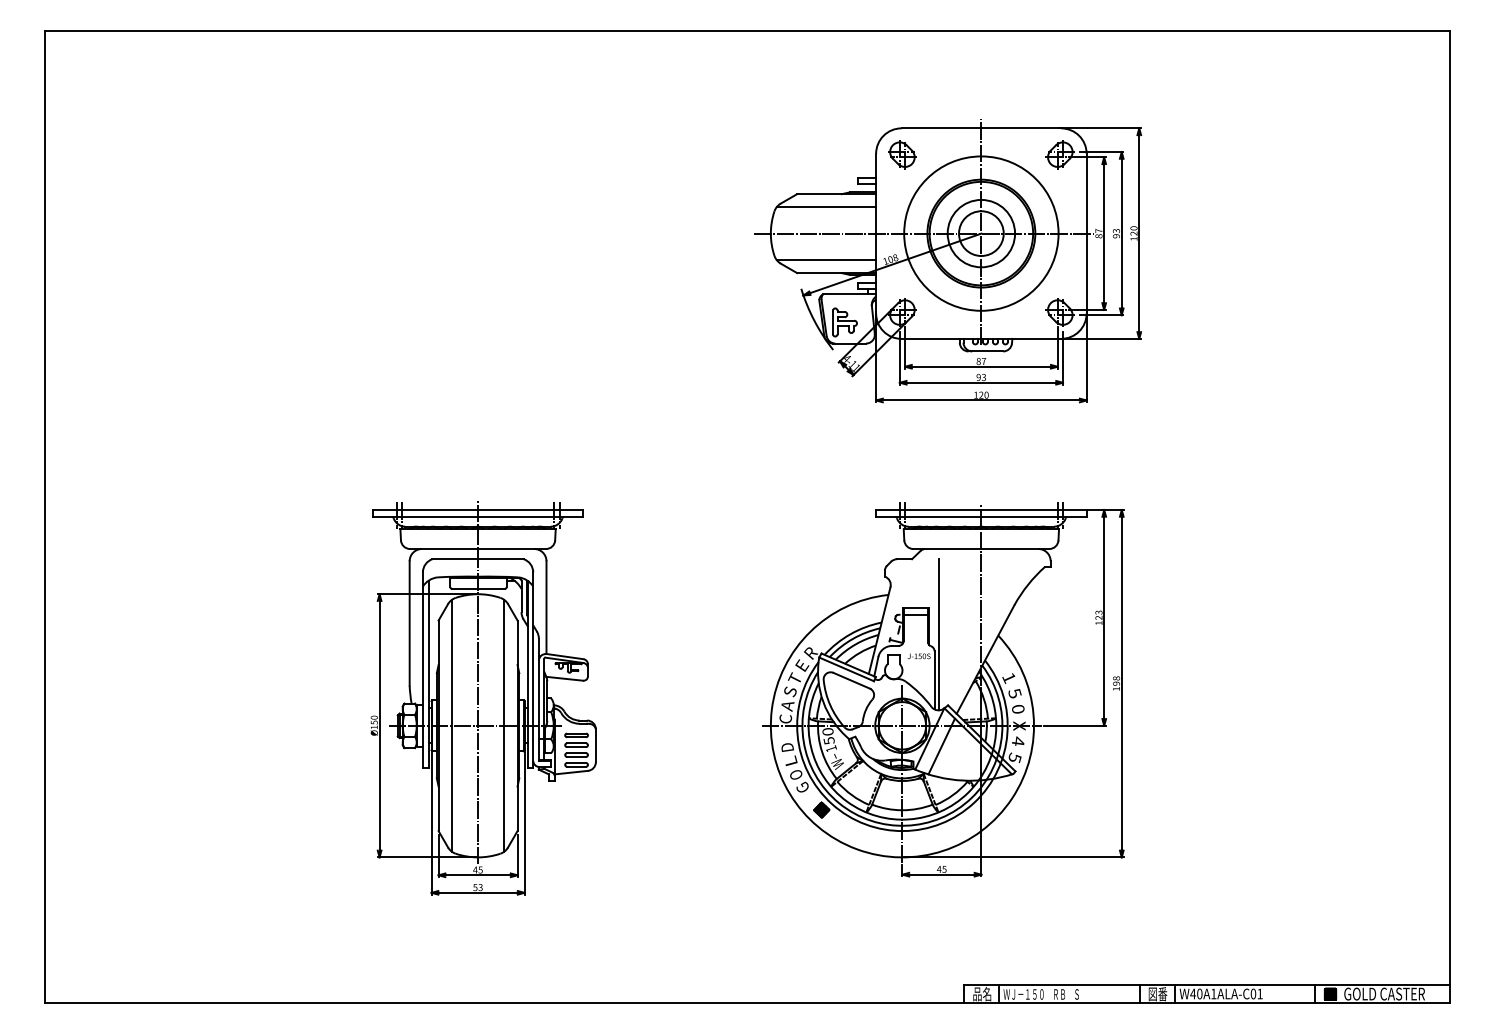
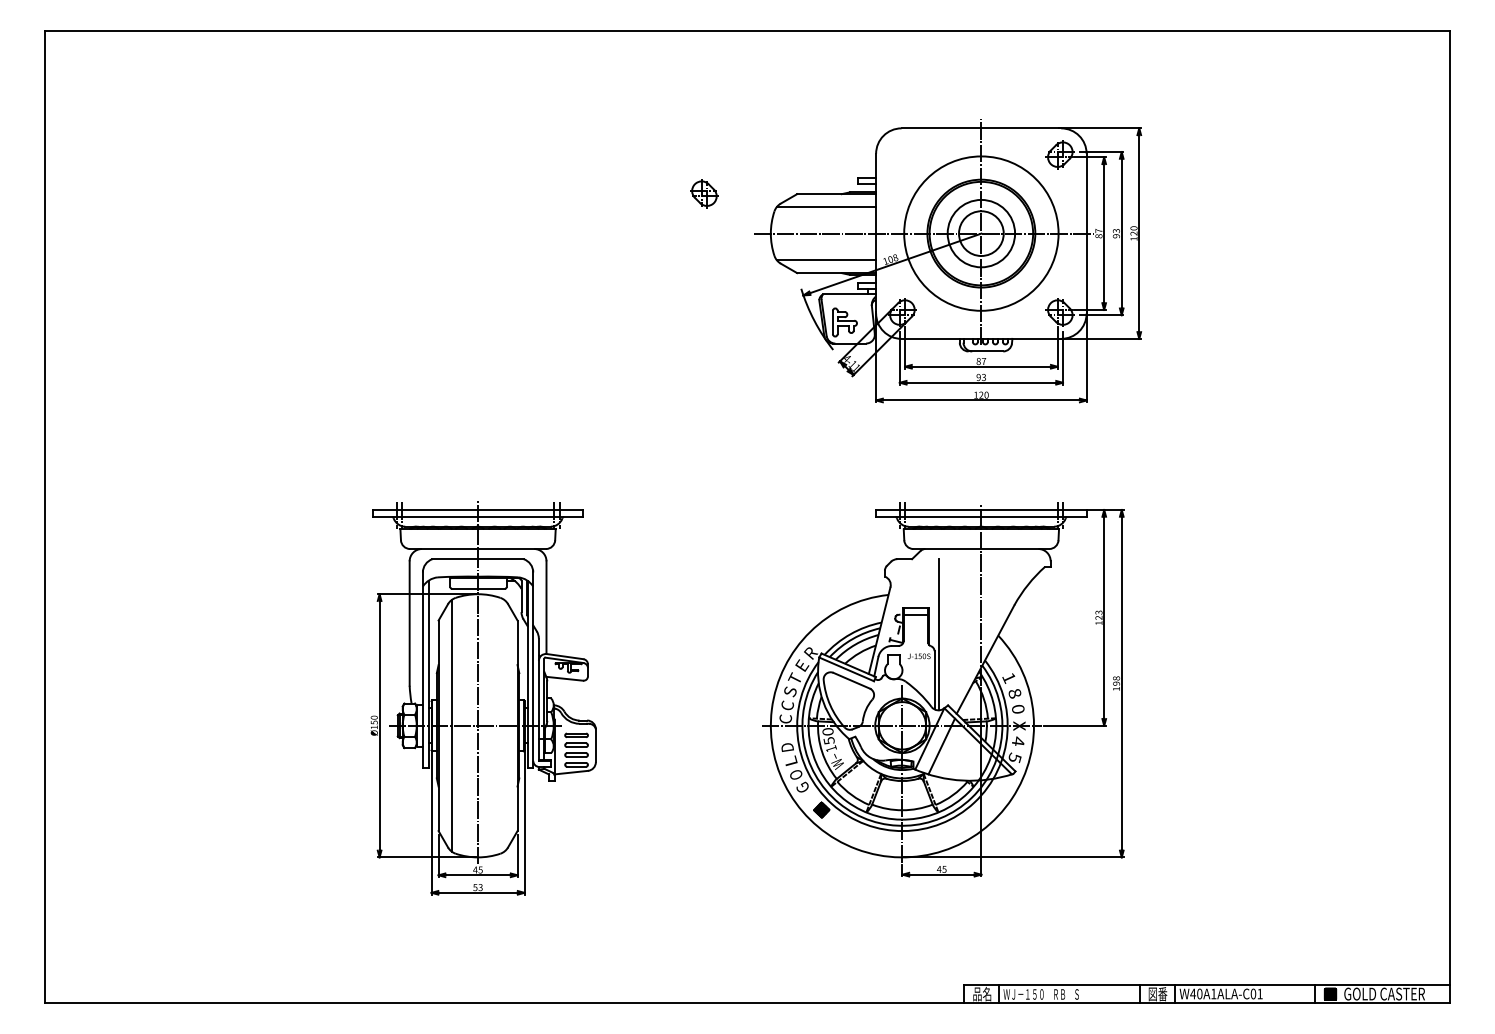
part at (902, 154) position: (902, 154) -> (704, 193)
text at (1014, 693): 5 -> 8
text at (787, 705): A -> C
line at (504, 725): present -> none
